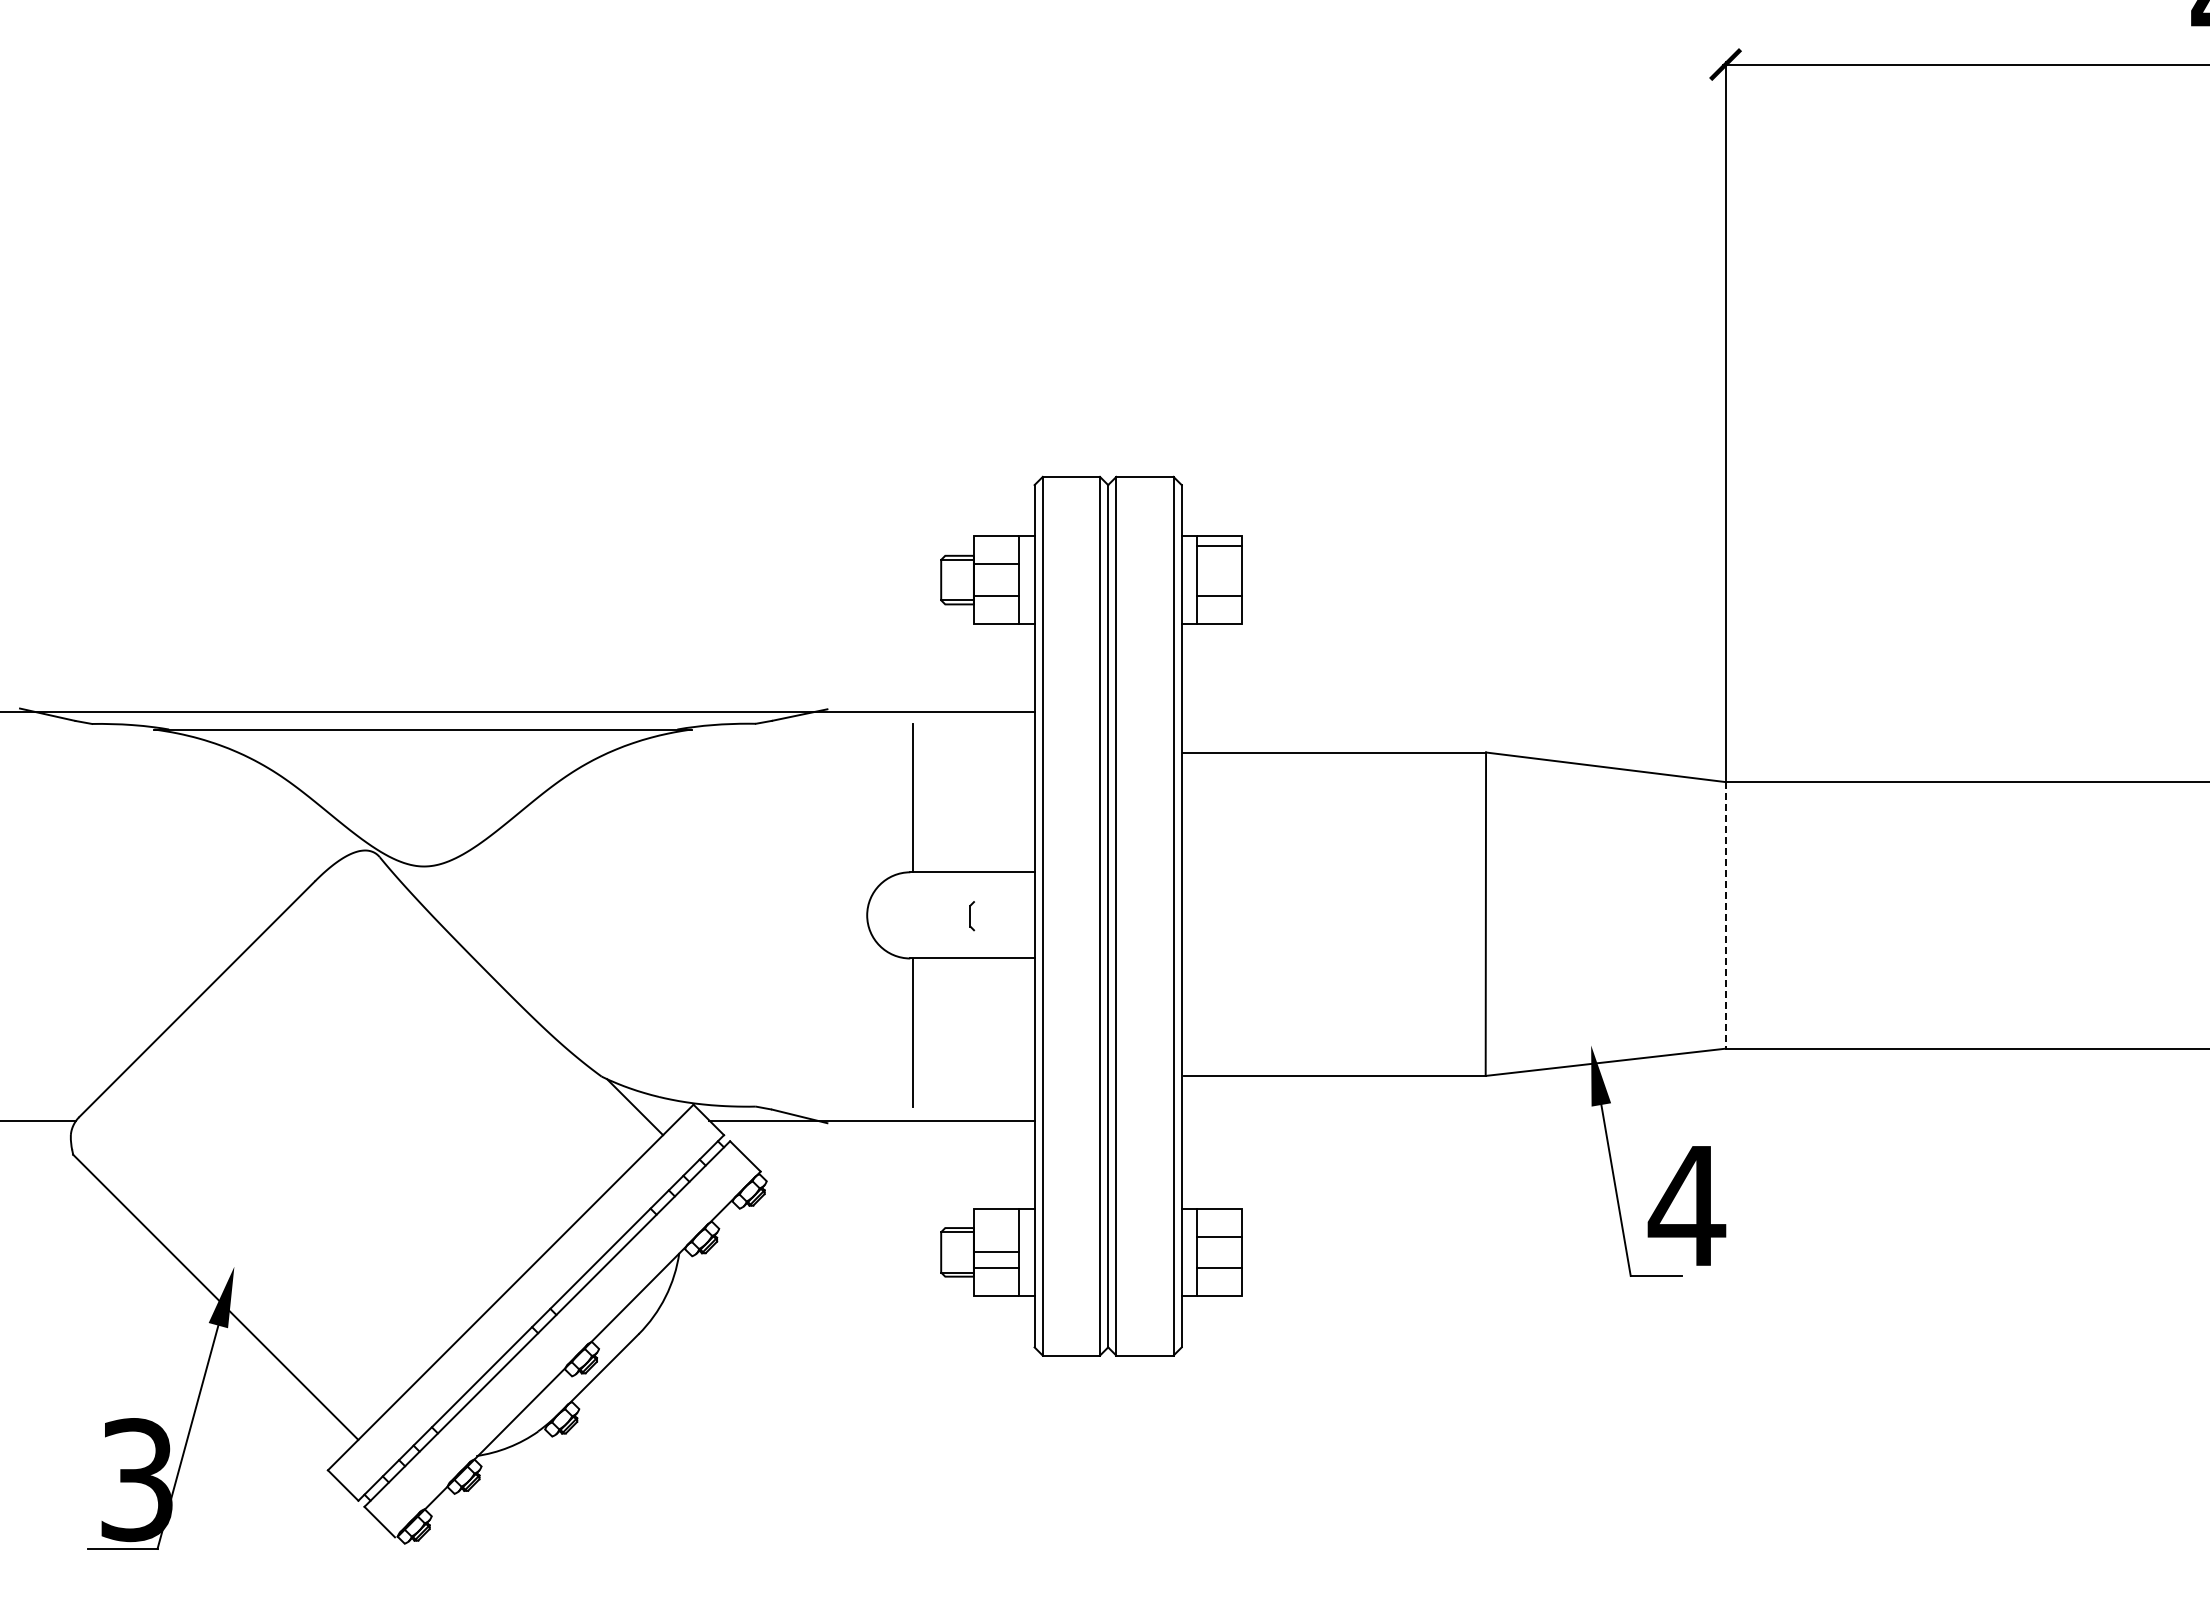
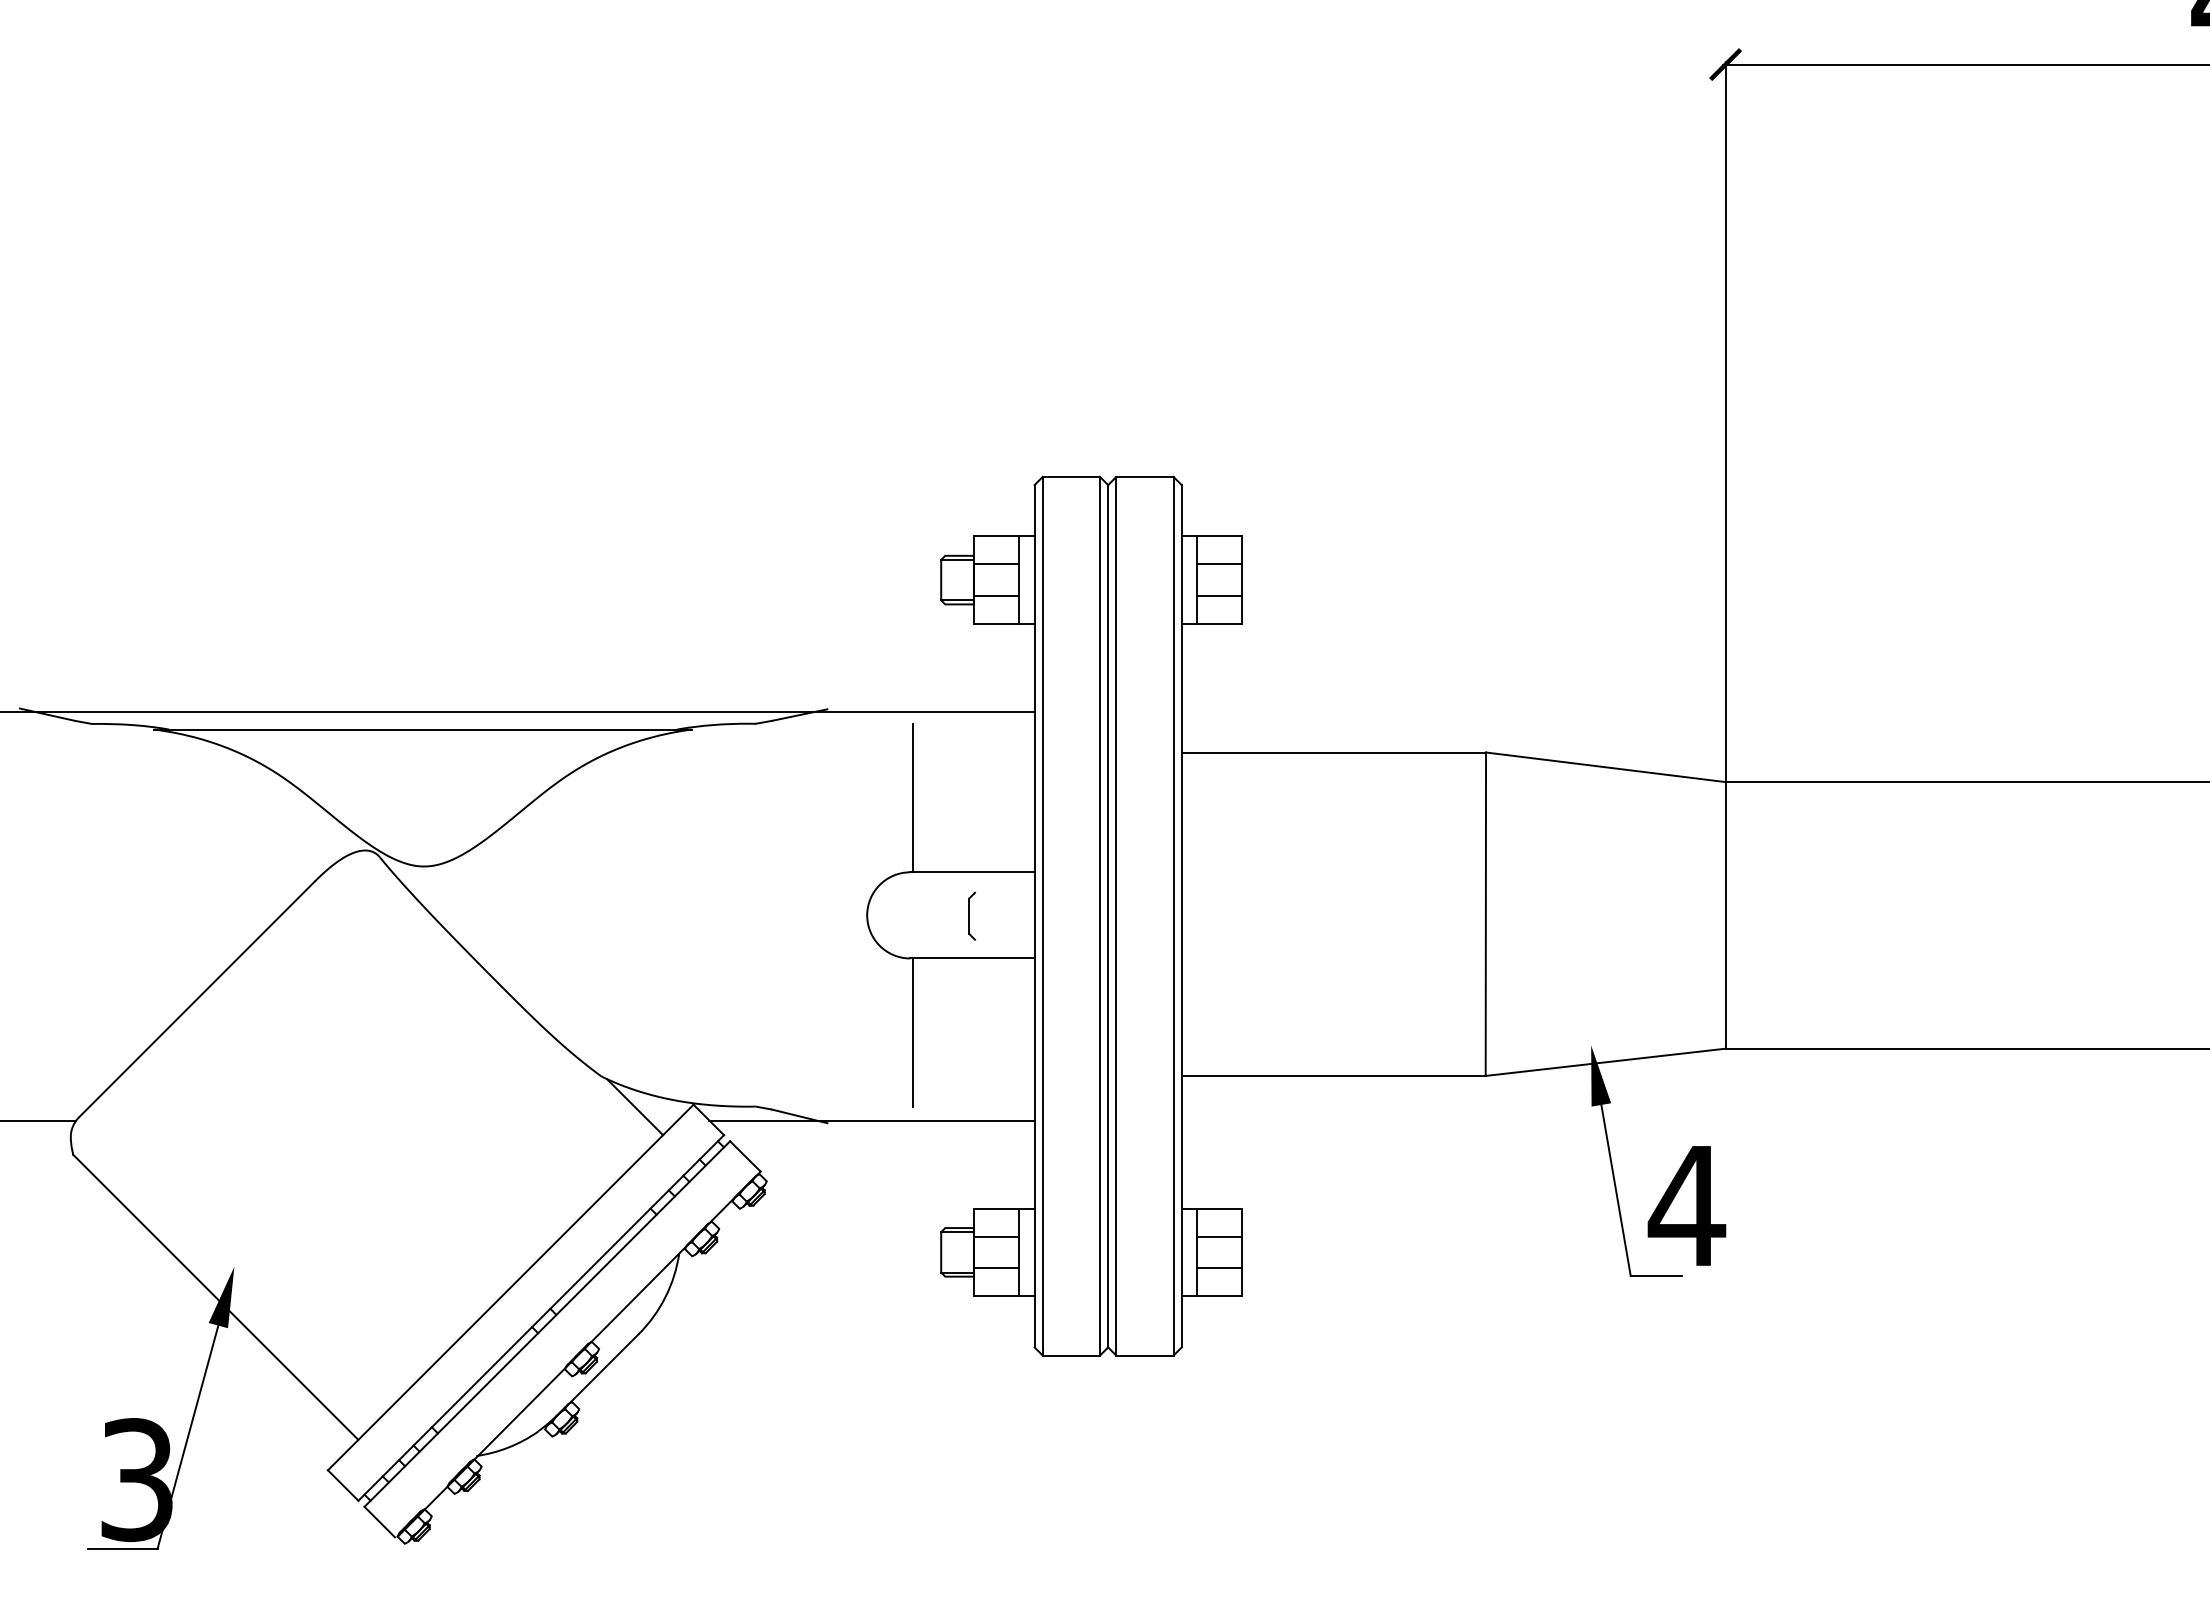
line at (1219, 546) position: (1219, 546) -> (1219, 564)
line at (1725, 915): dashed -> solid
part at (972, 916) size: 7x31 px -> 9x50 px
line at (996, 1251) position: (996, 1251) -> (996, 1236)
